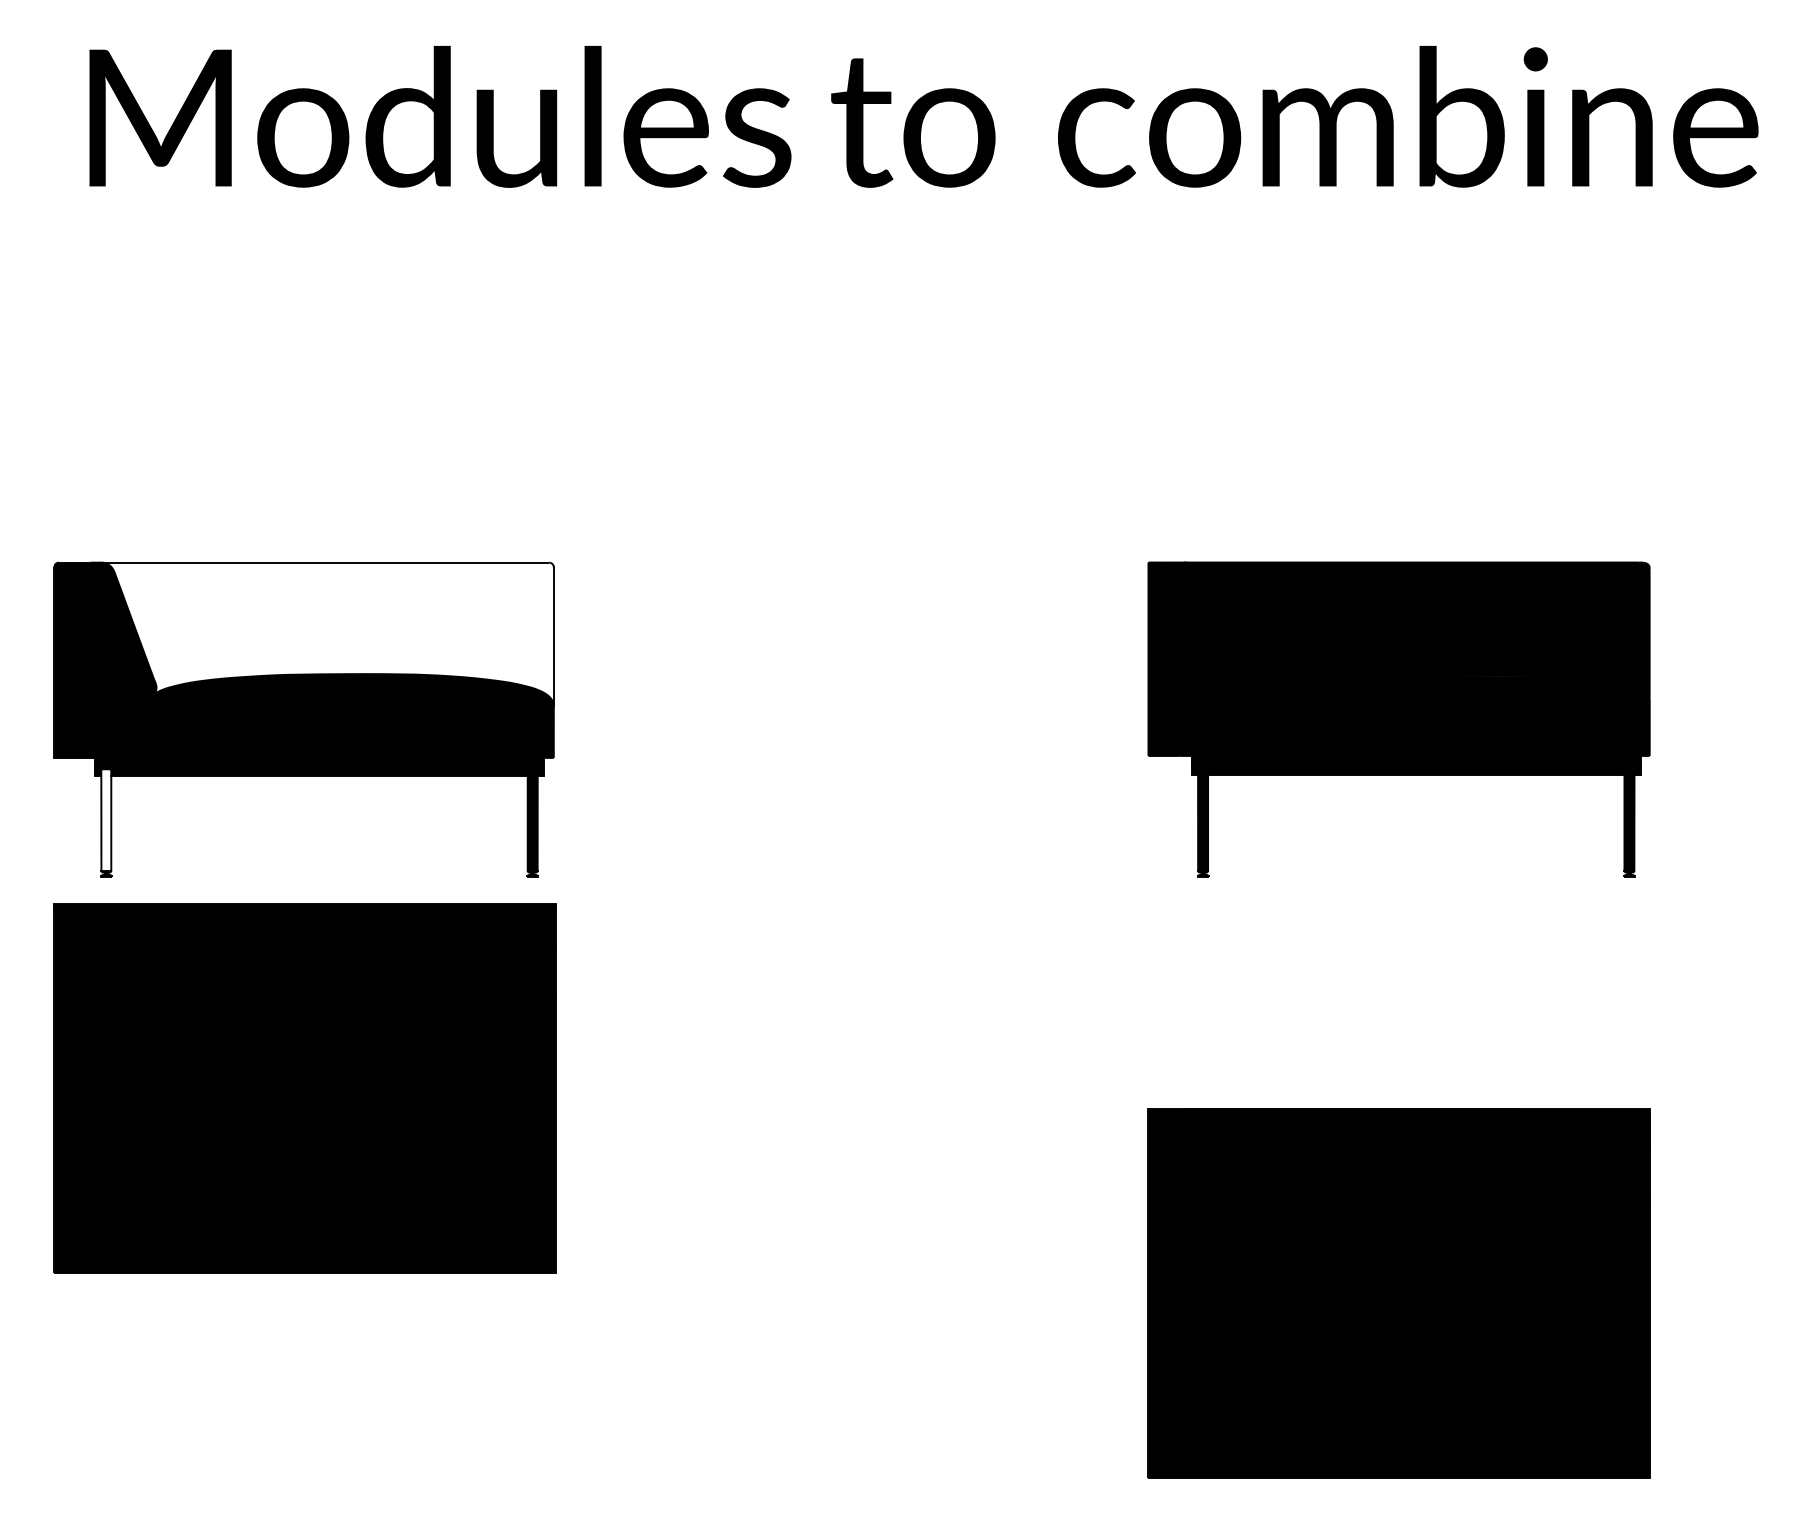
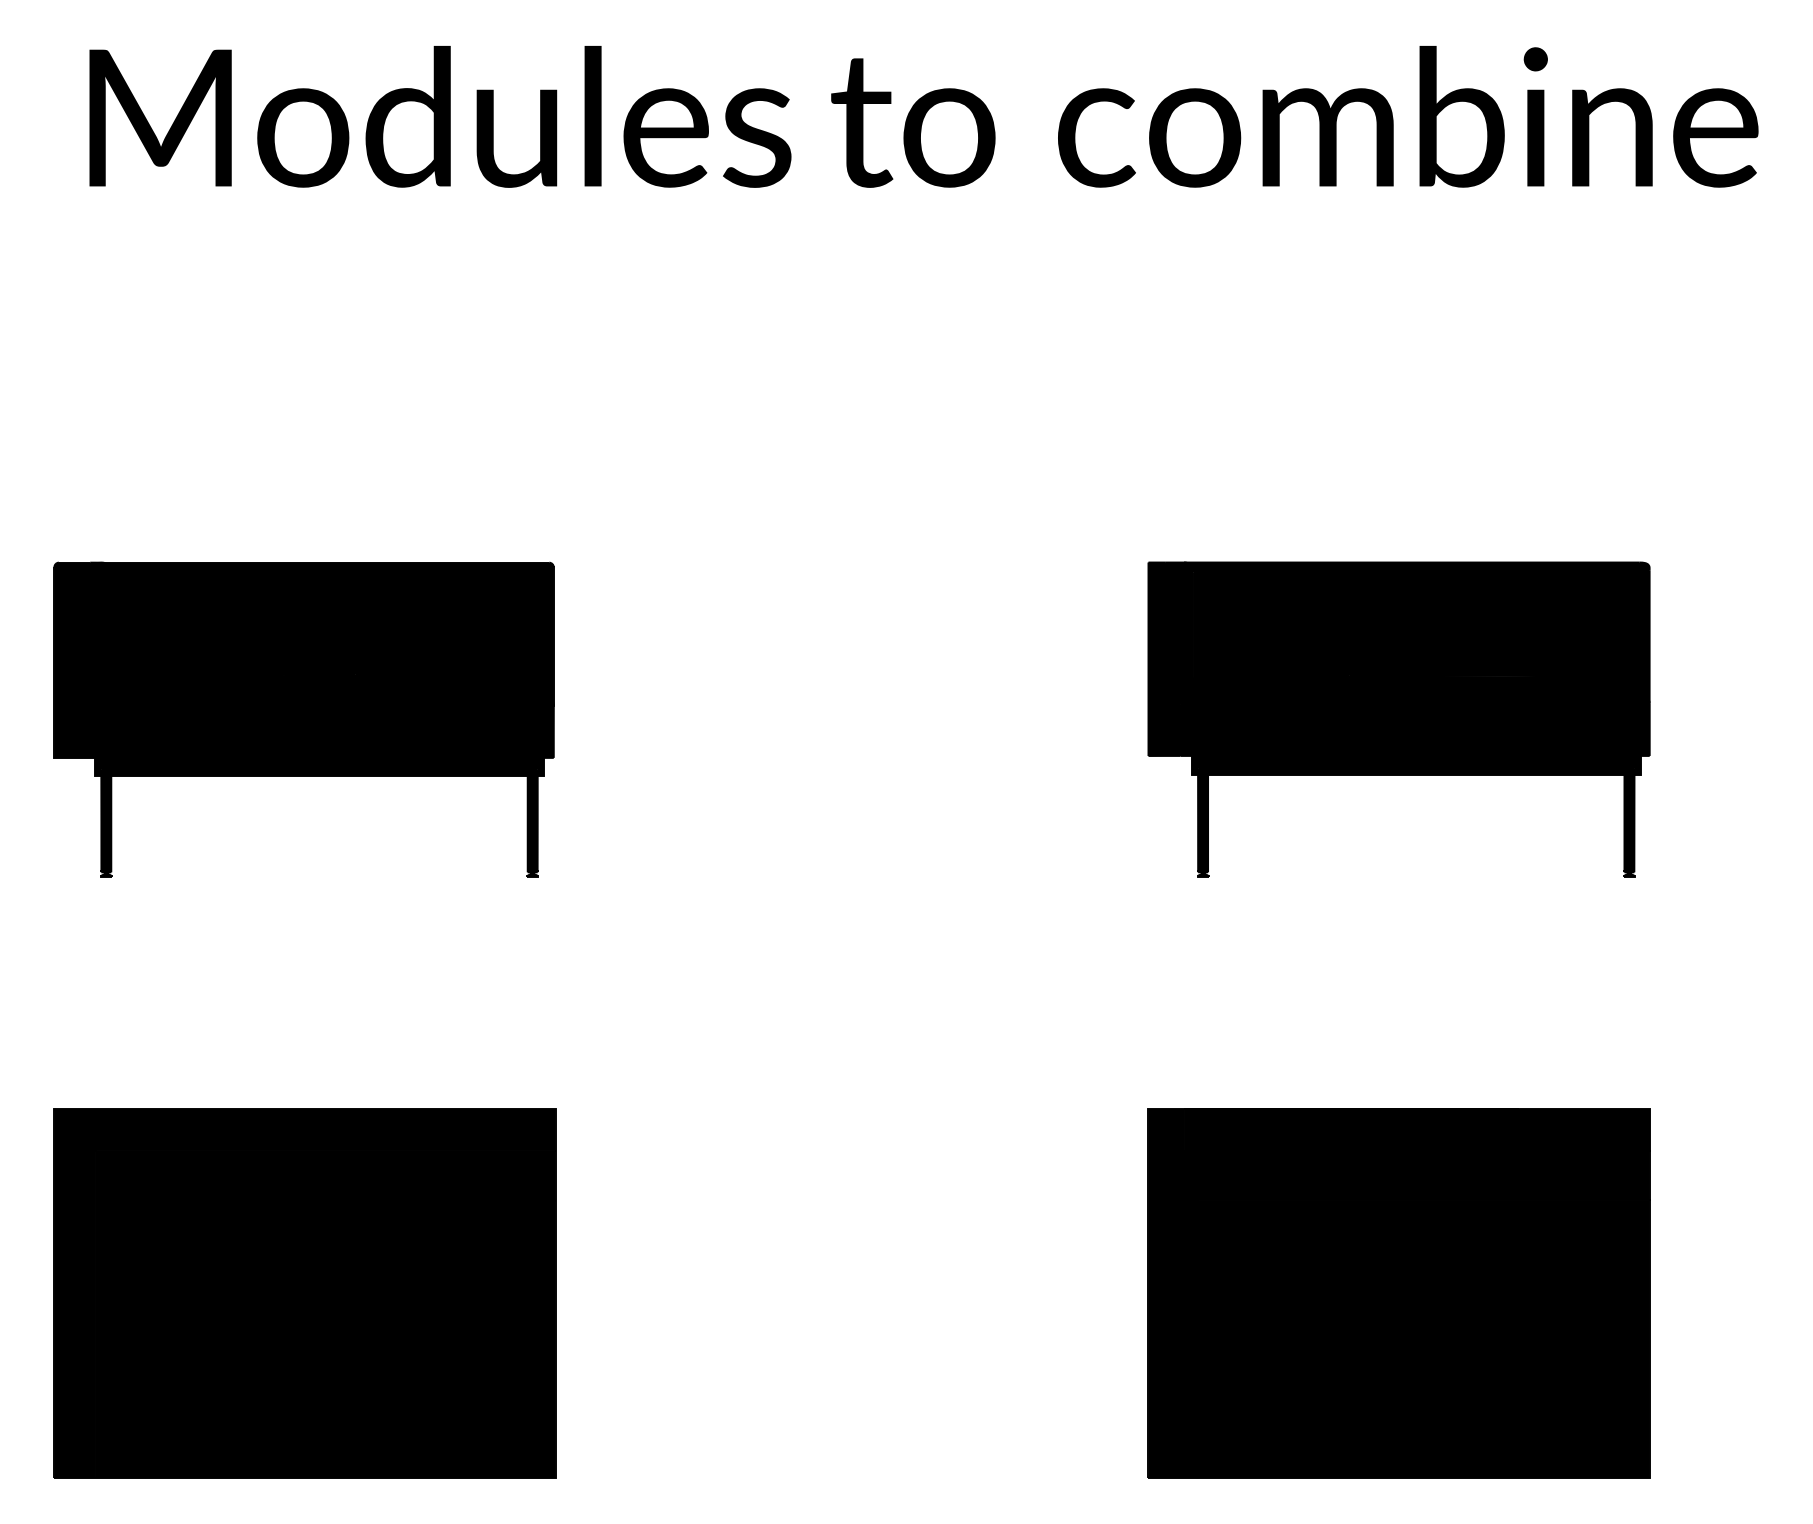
fill at (328, 634): none -> present
fill at (106, 820): none -> present
part at (304, 1088) position: (304, 1088) -> (304, 1293)
